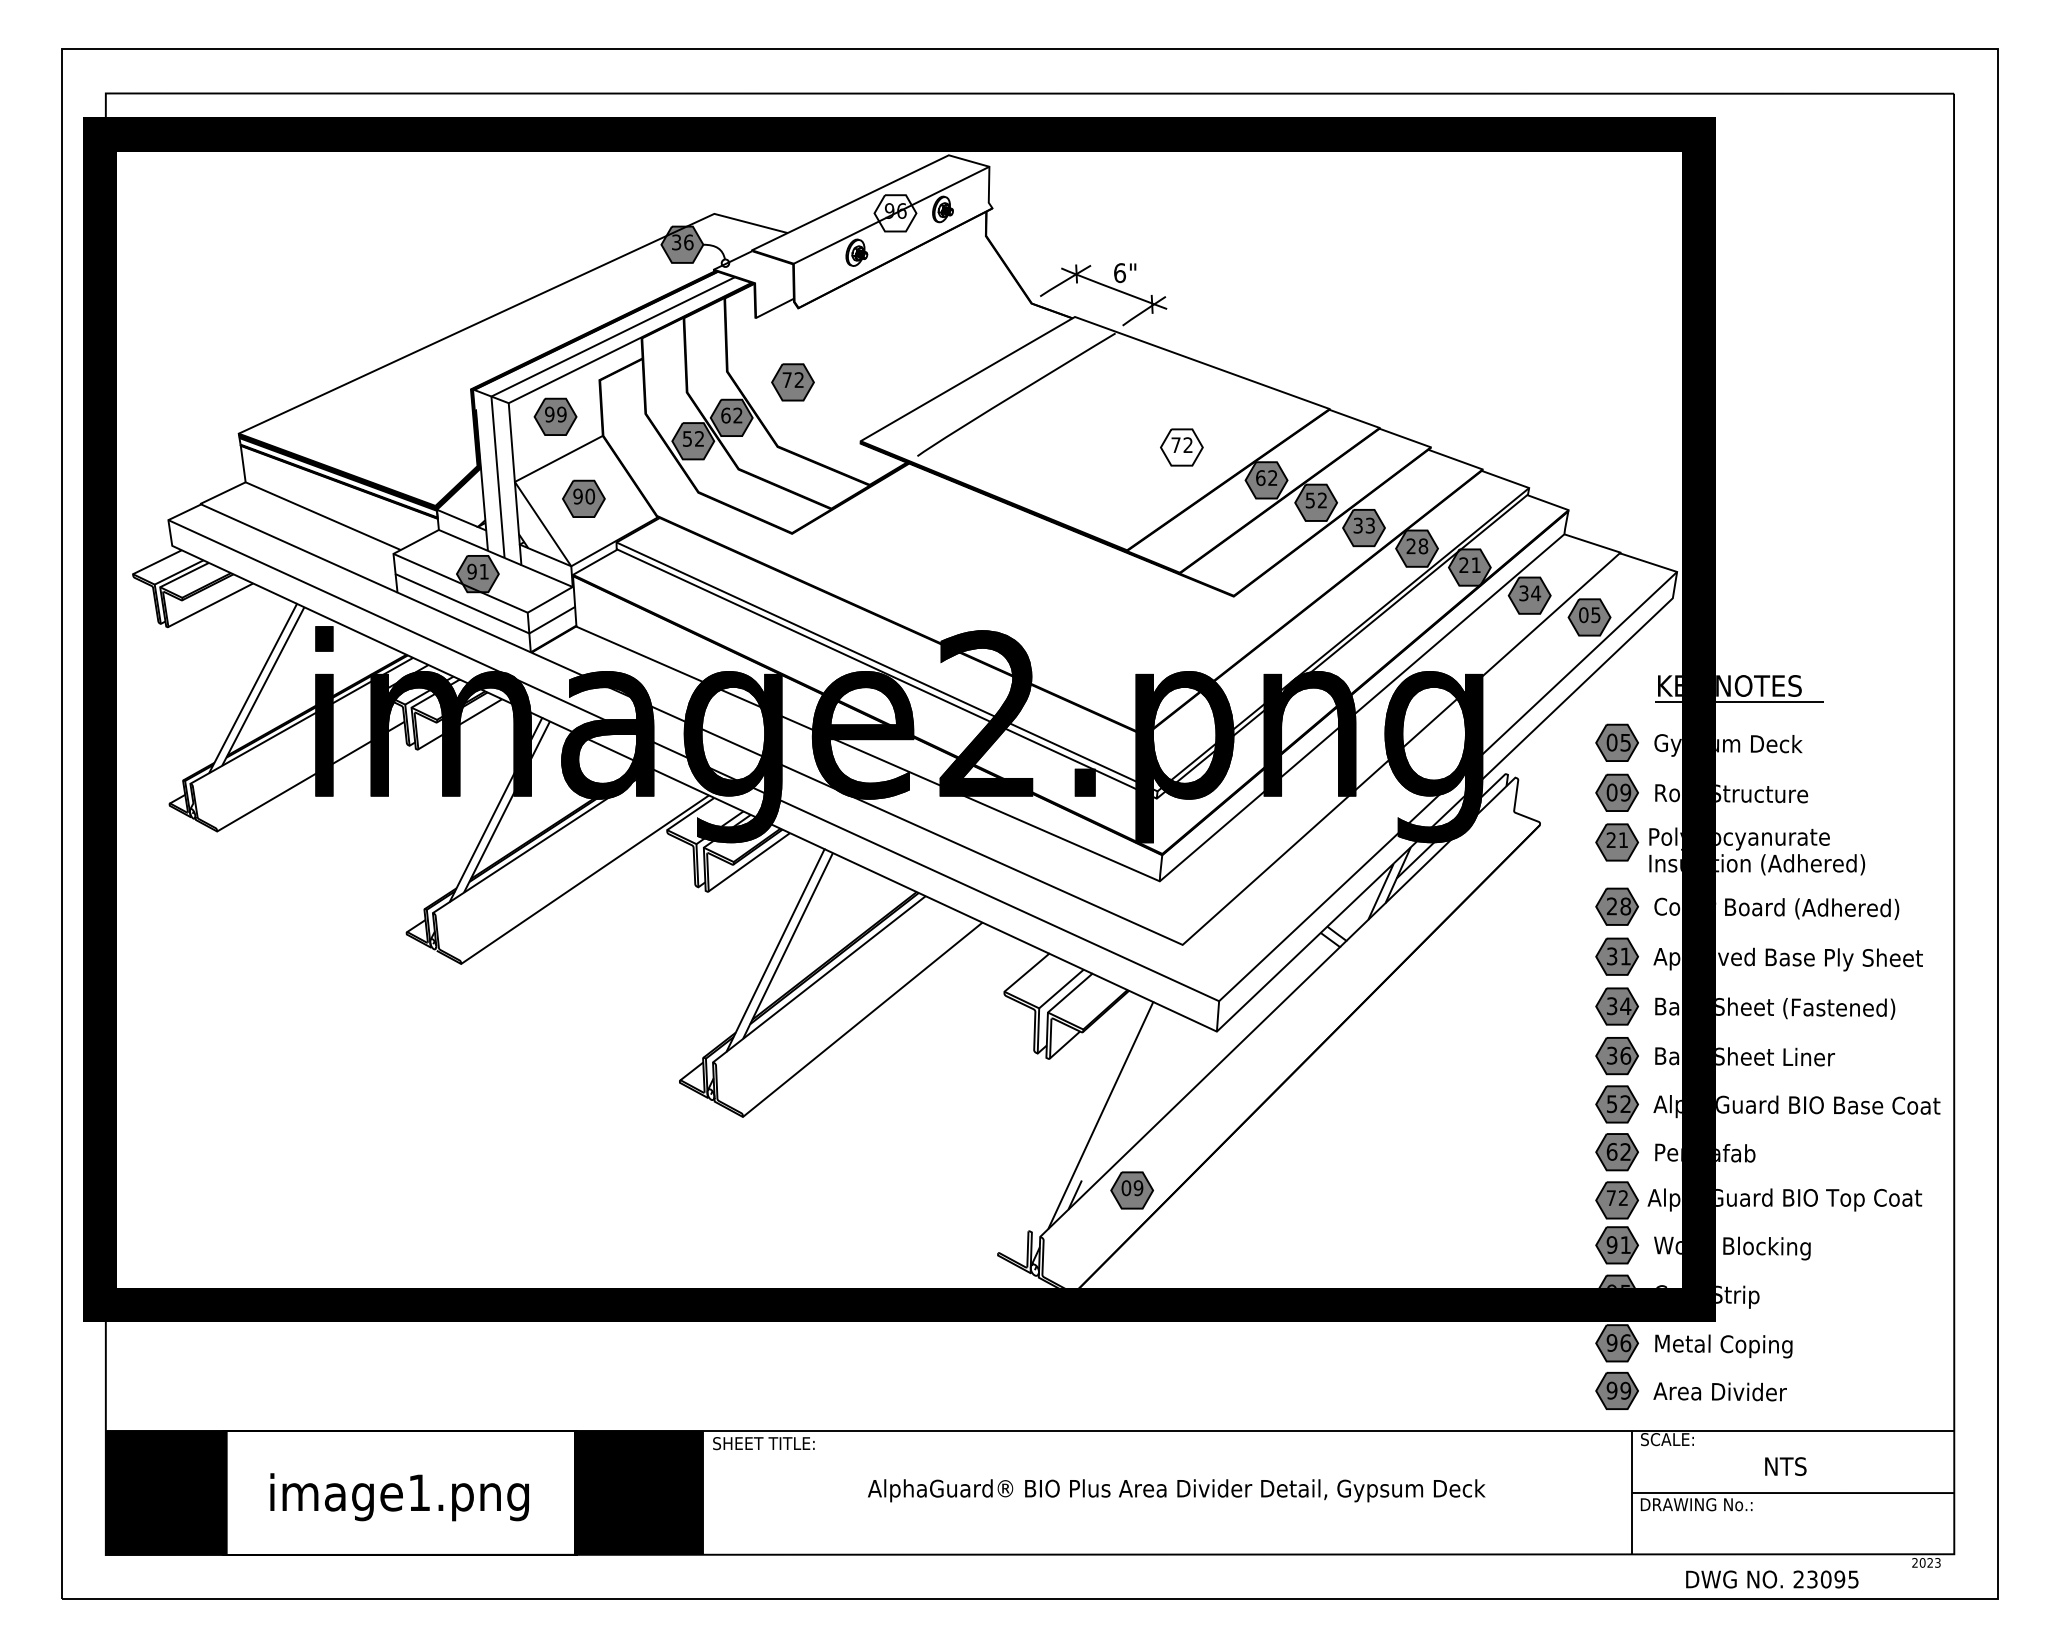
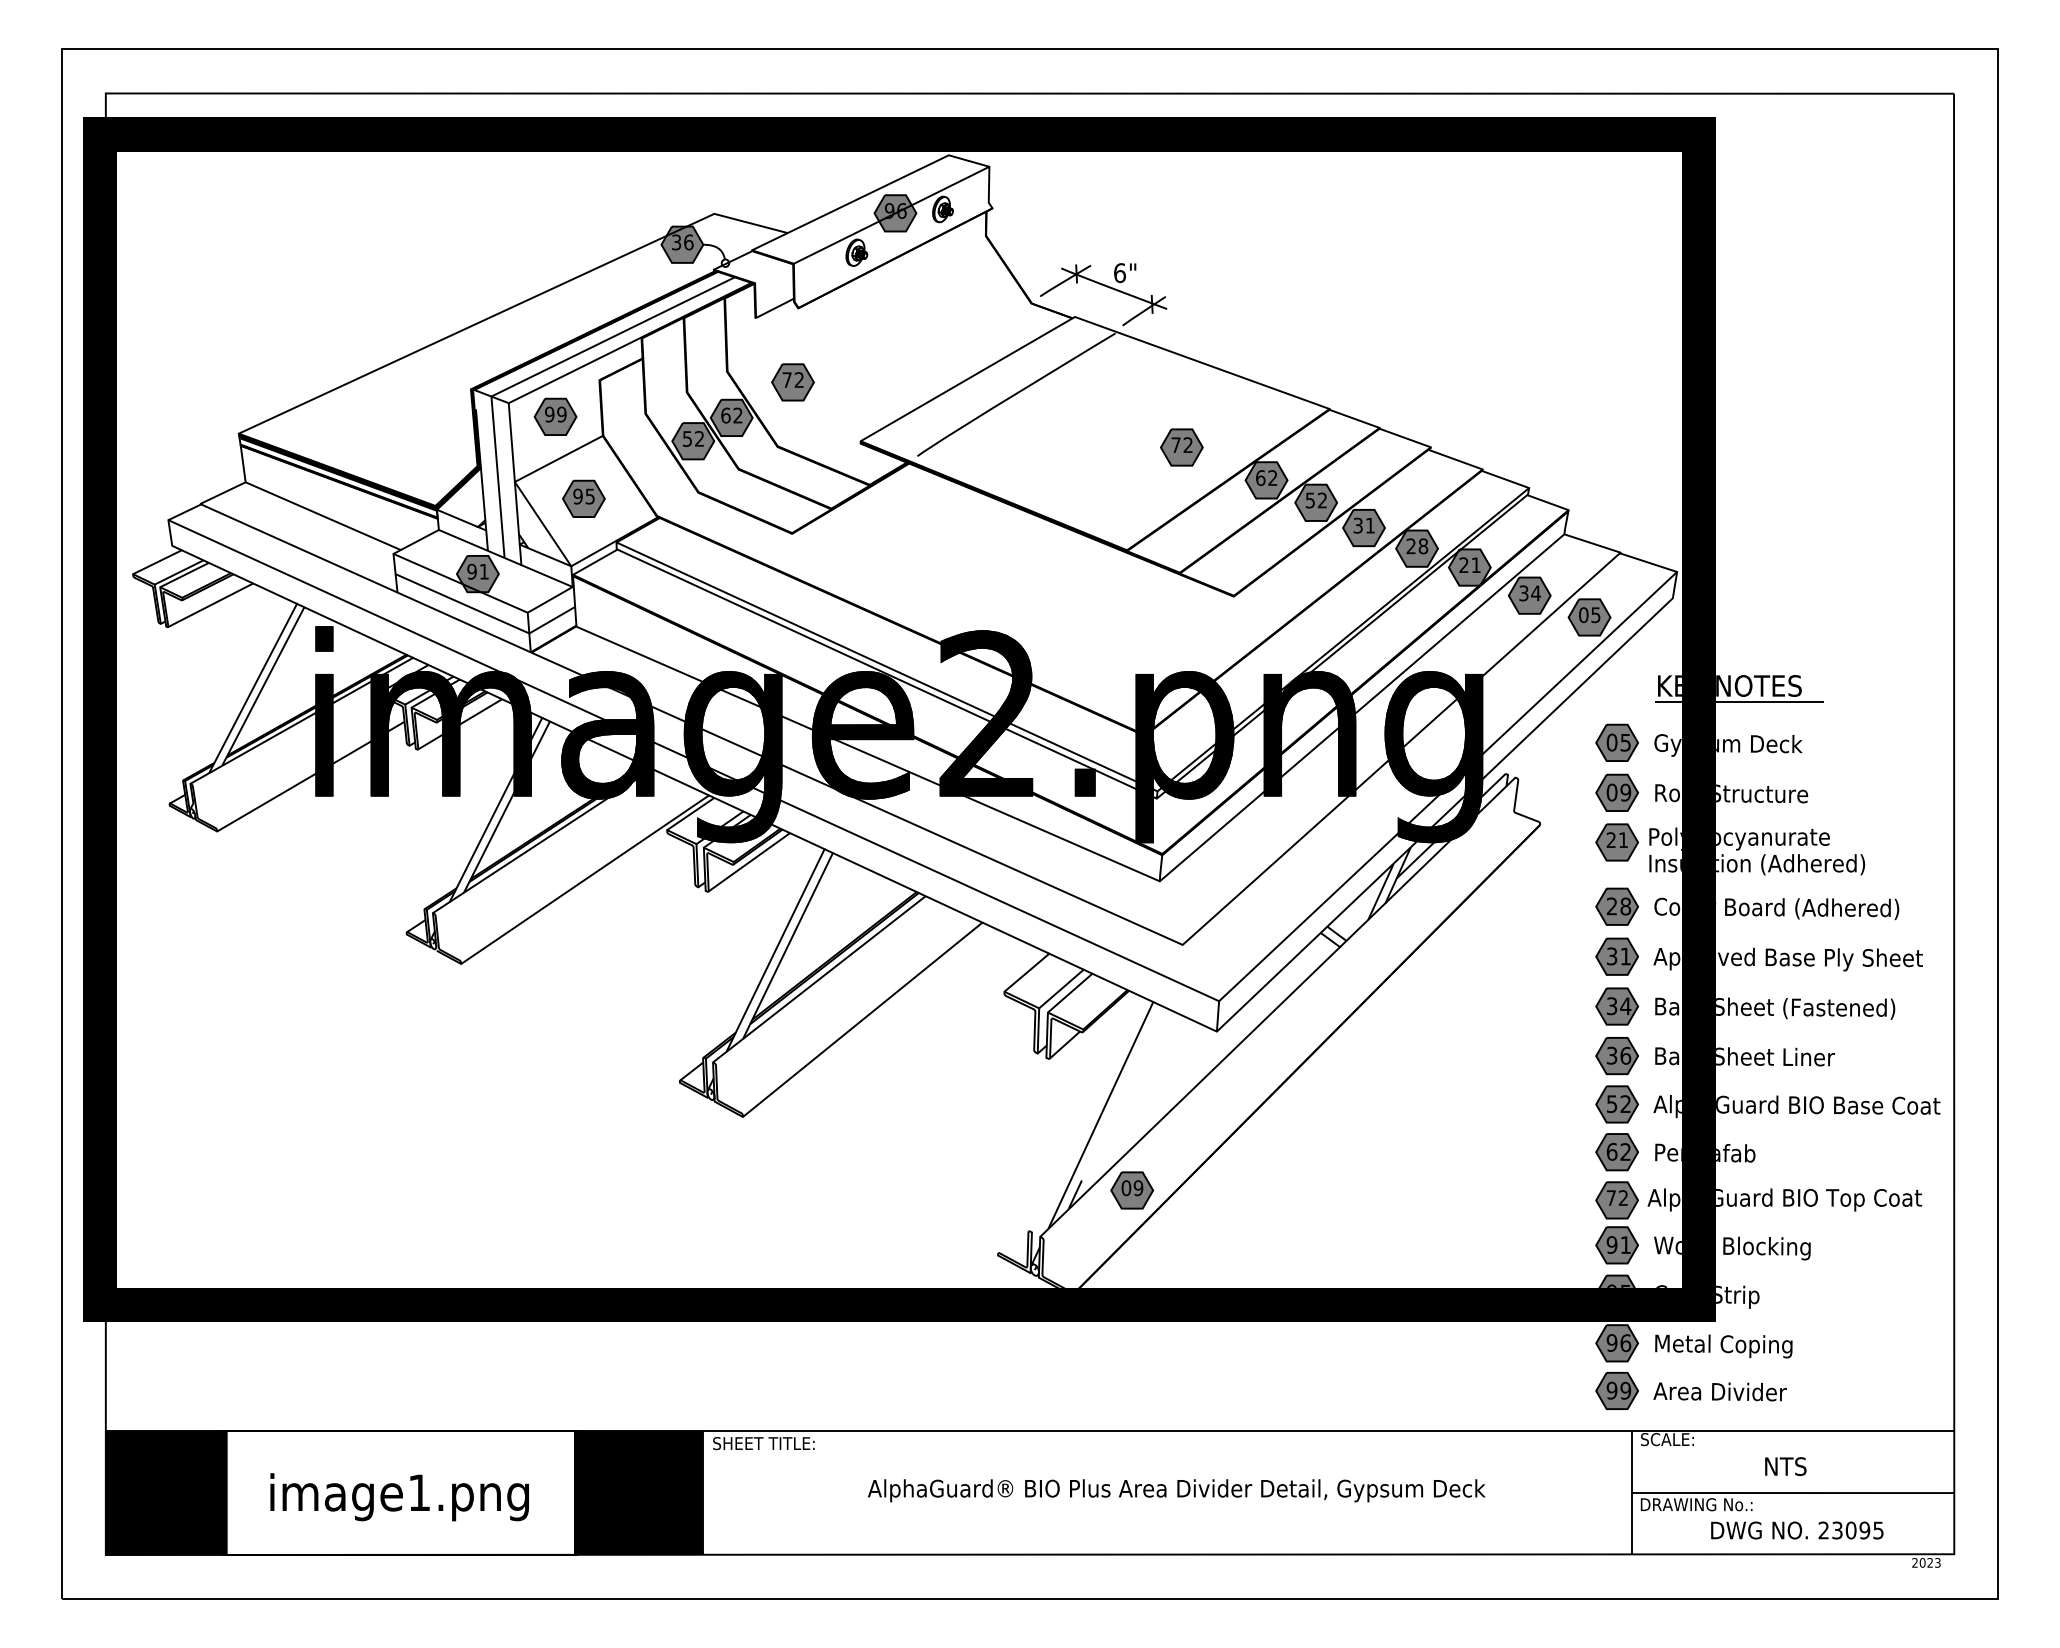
fill at (895, 213): none -> present
fill at (1181, 447): none -> present
text at (589, 496): 90 -> 95
text at (1369, 525): 33 -> 31
text at (1772, 1579) position: (1772, 1579) -> (1797, 1530)
